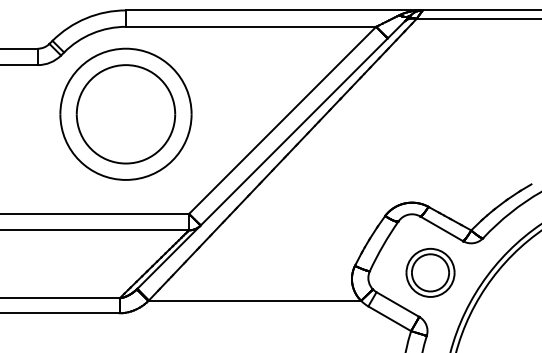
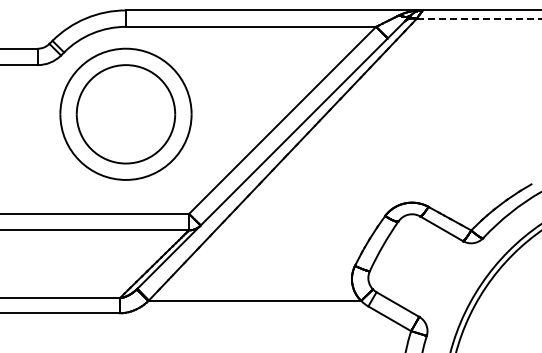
line at (479, 18): solid -> dashed
part at (430, 272): present -> none
